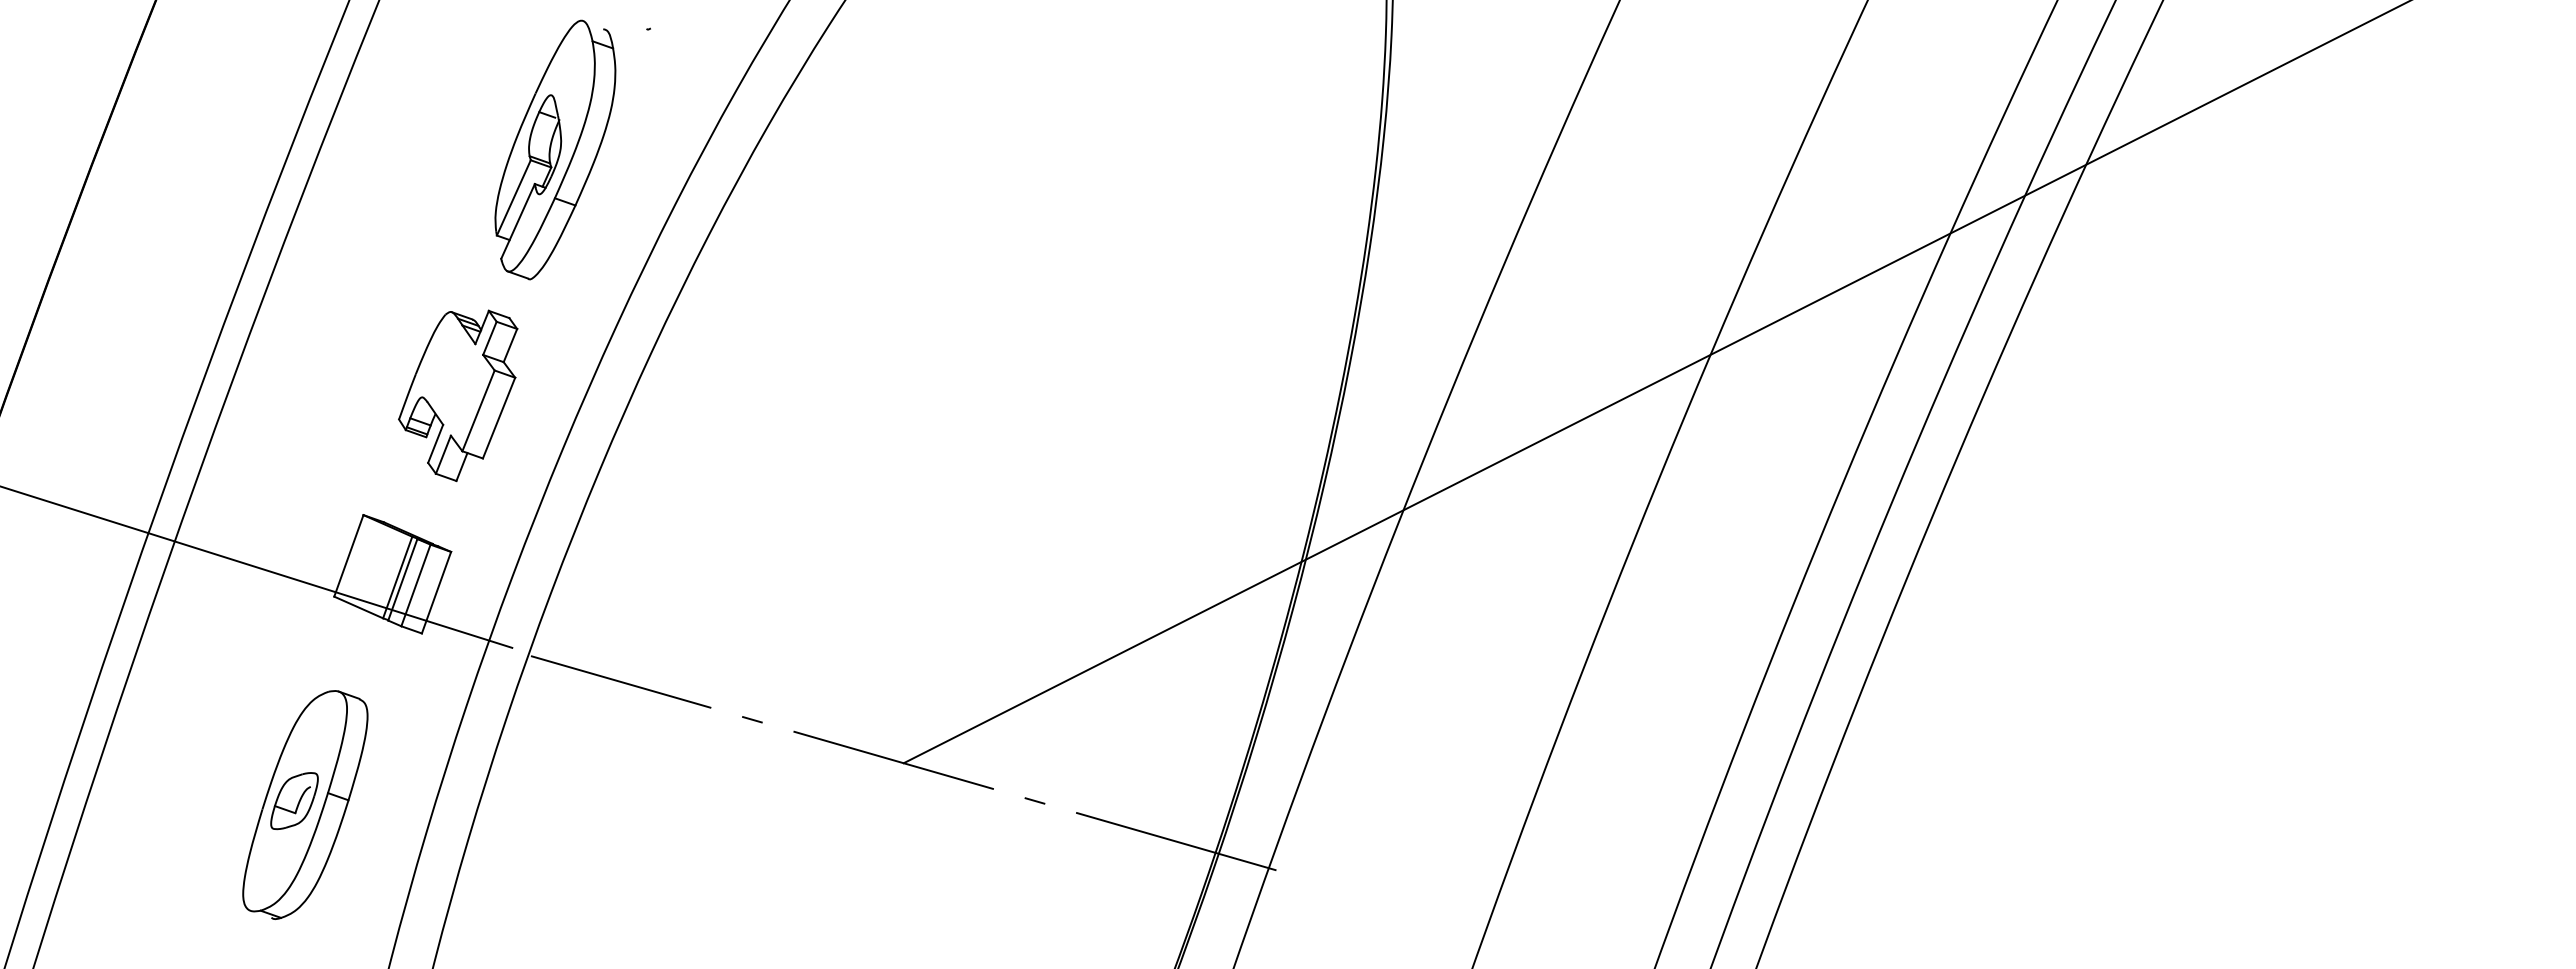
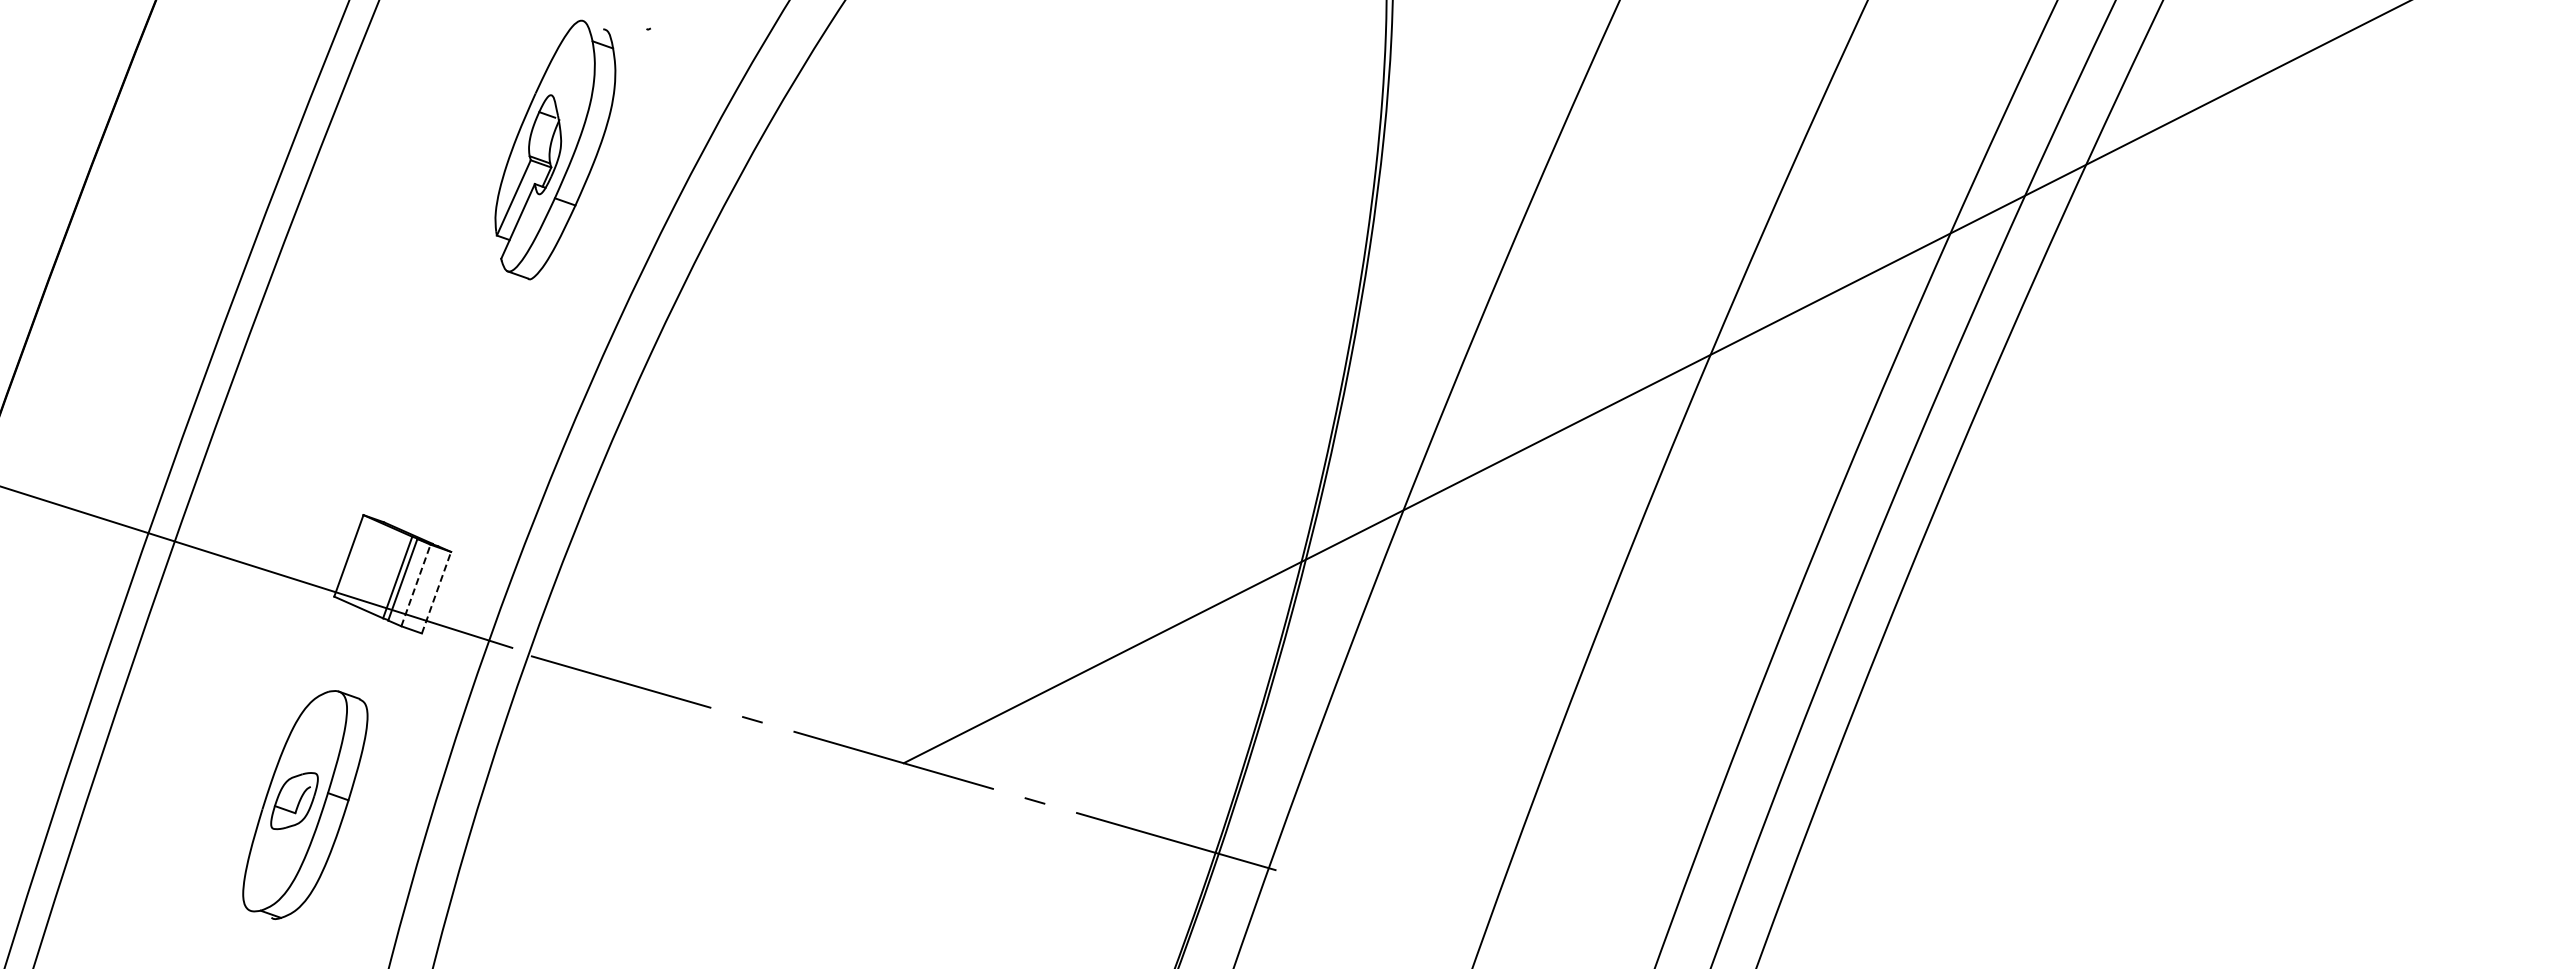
part at (458, 395): present -> none
line at (416, 585): solid -> dashed
line at (436, 592): solid -> dashed
